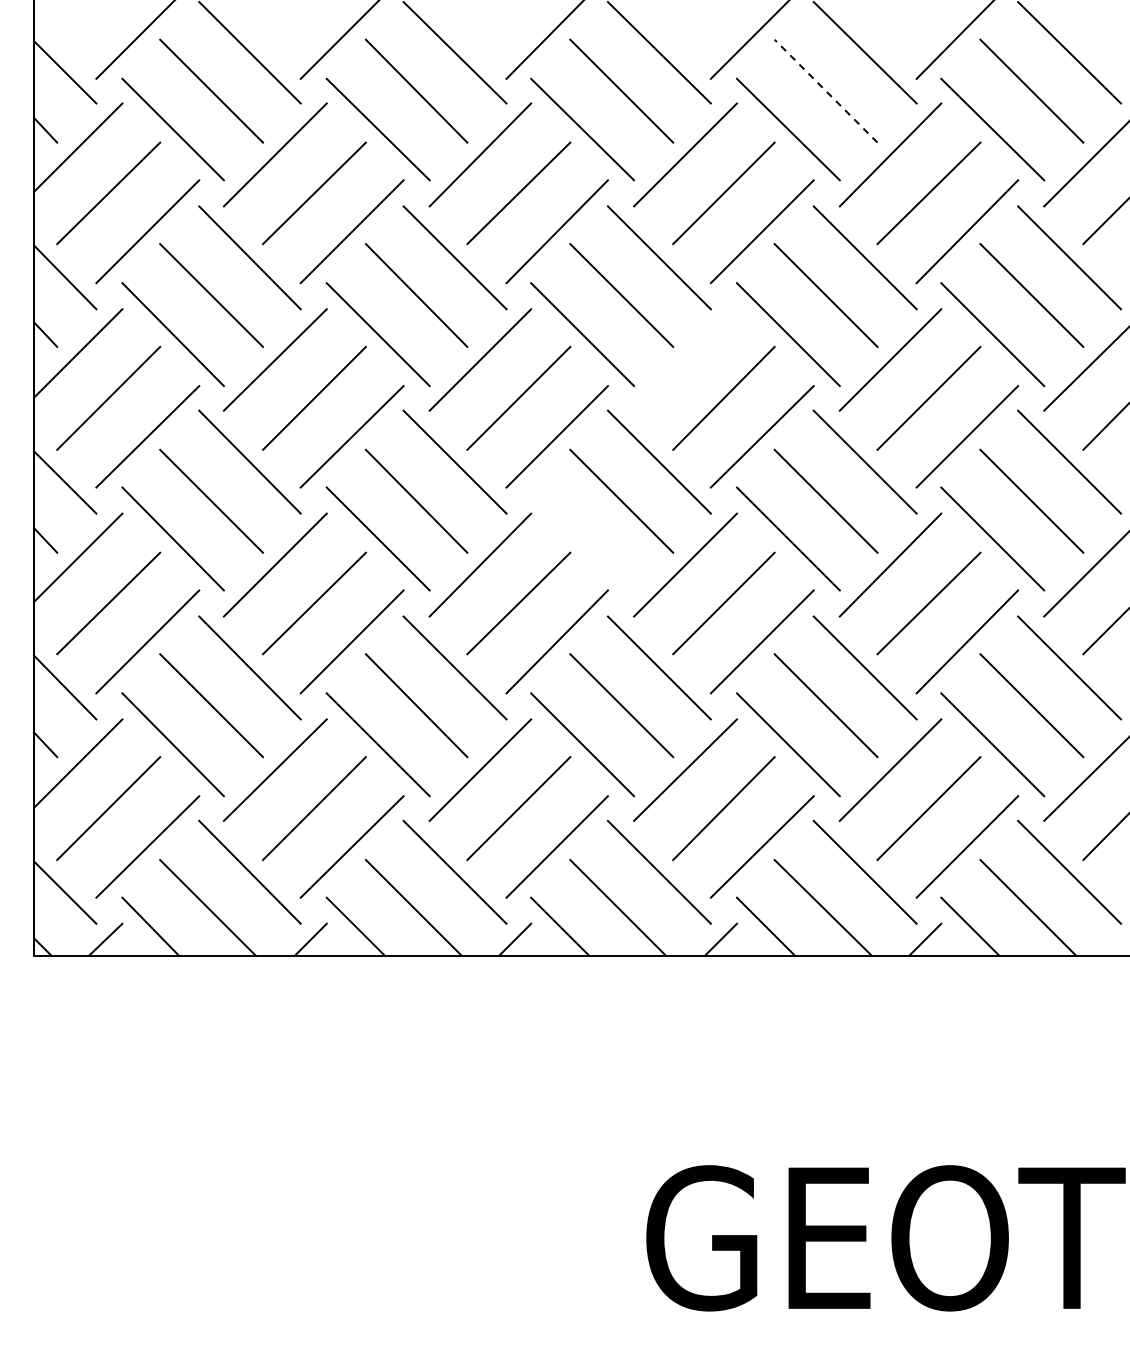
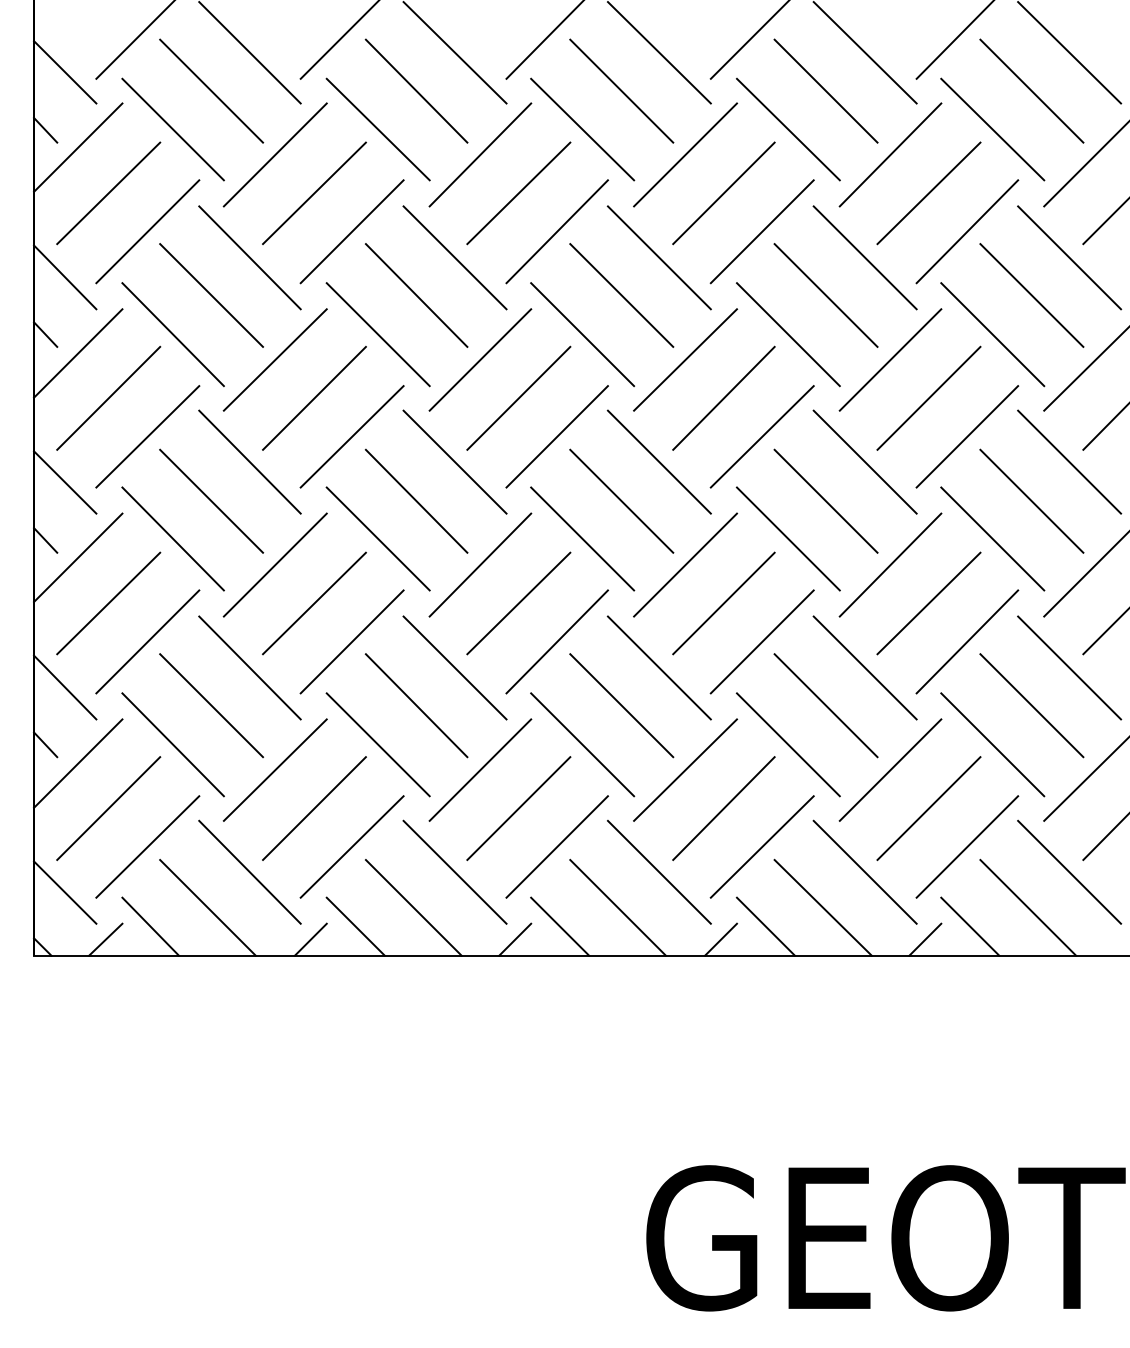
line at (826, 91): dashed -> solid
line at (685, 359): none -> present
line at (582, 538): none -> present
